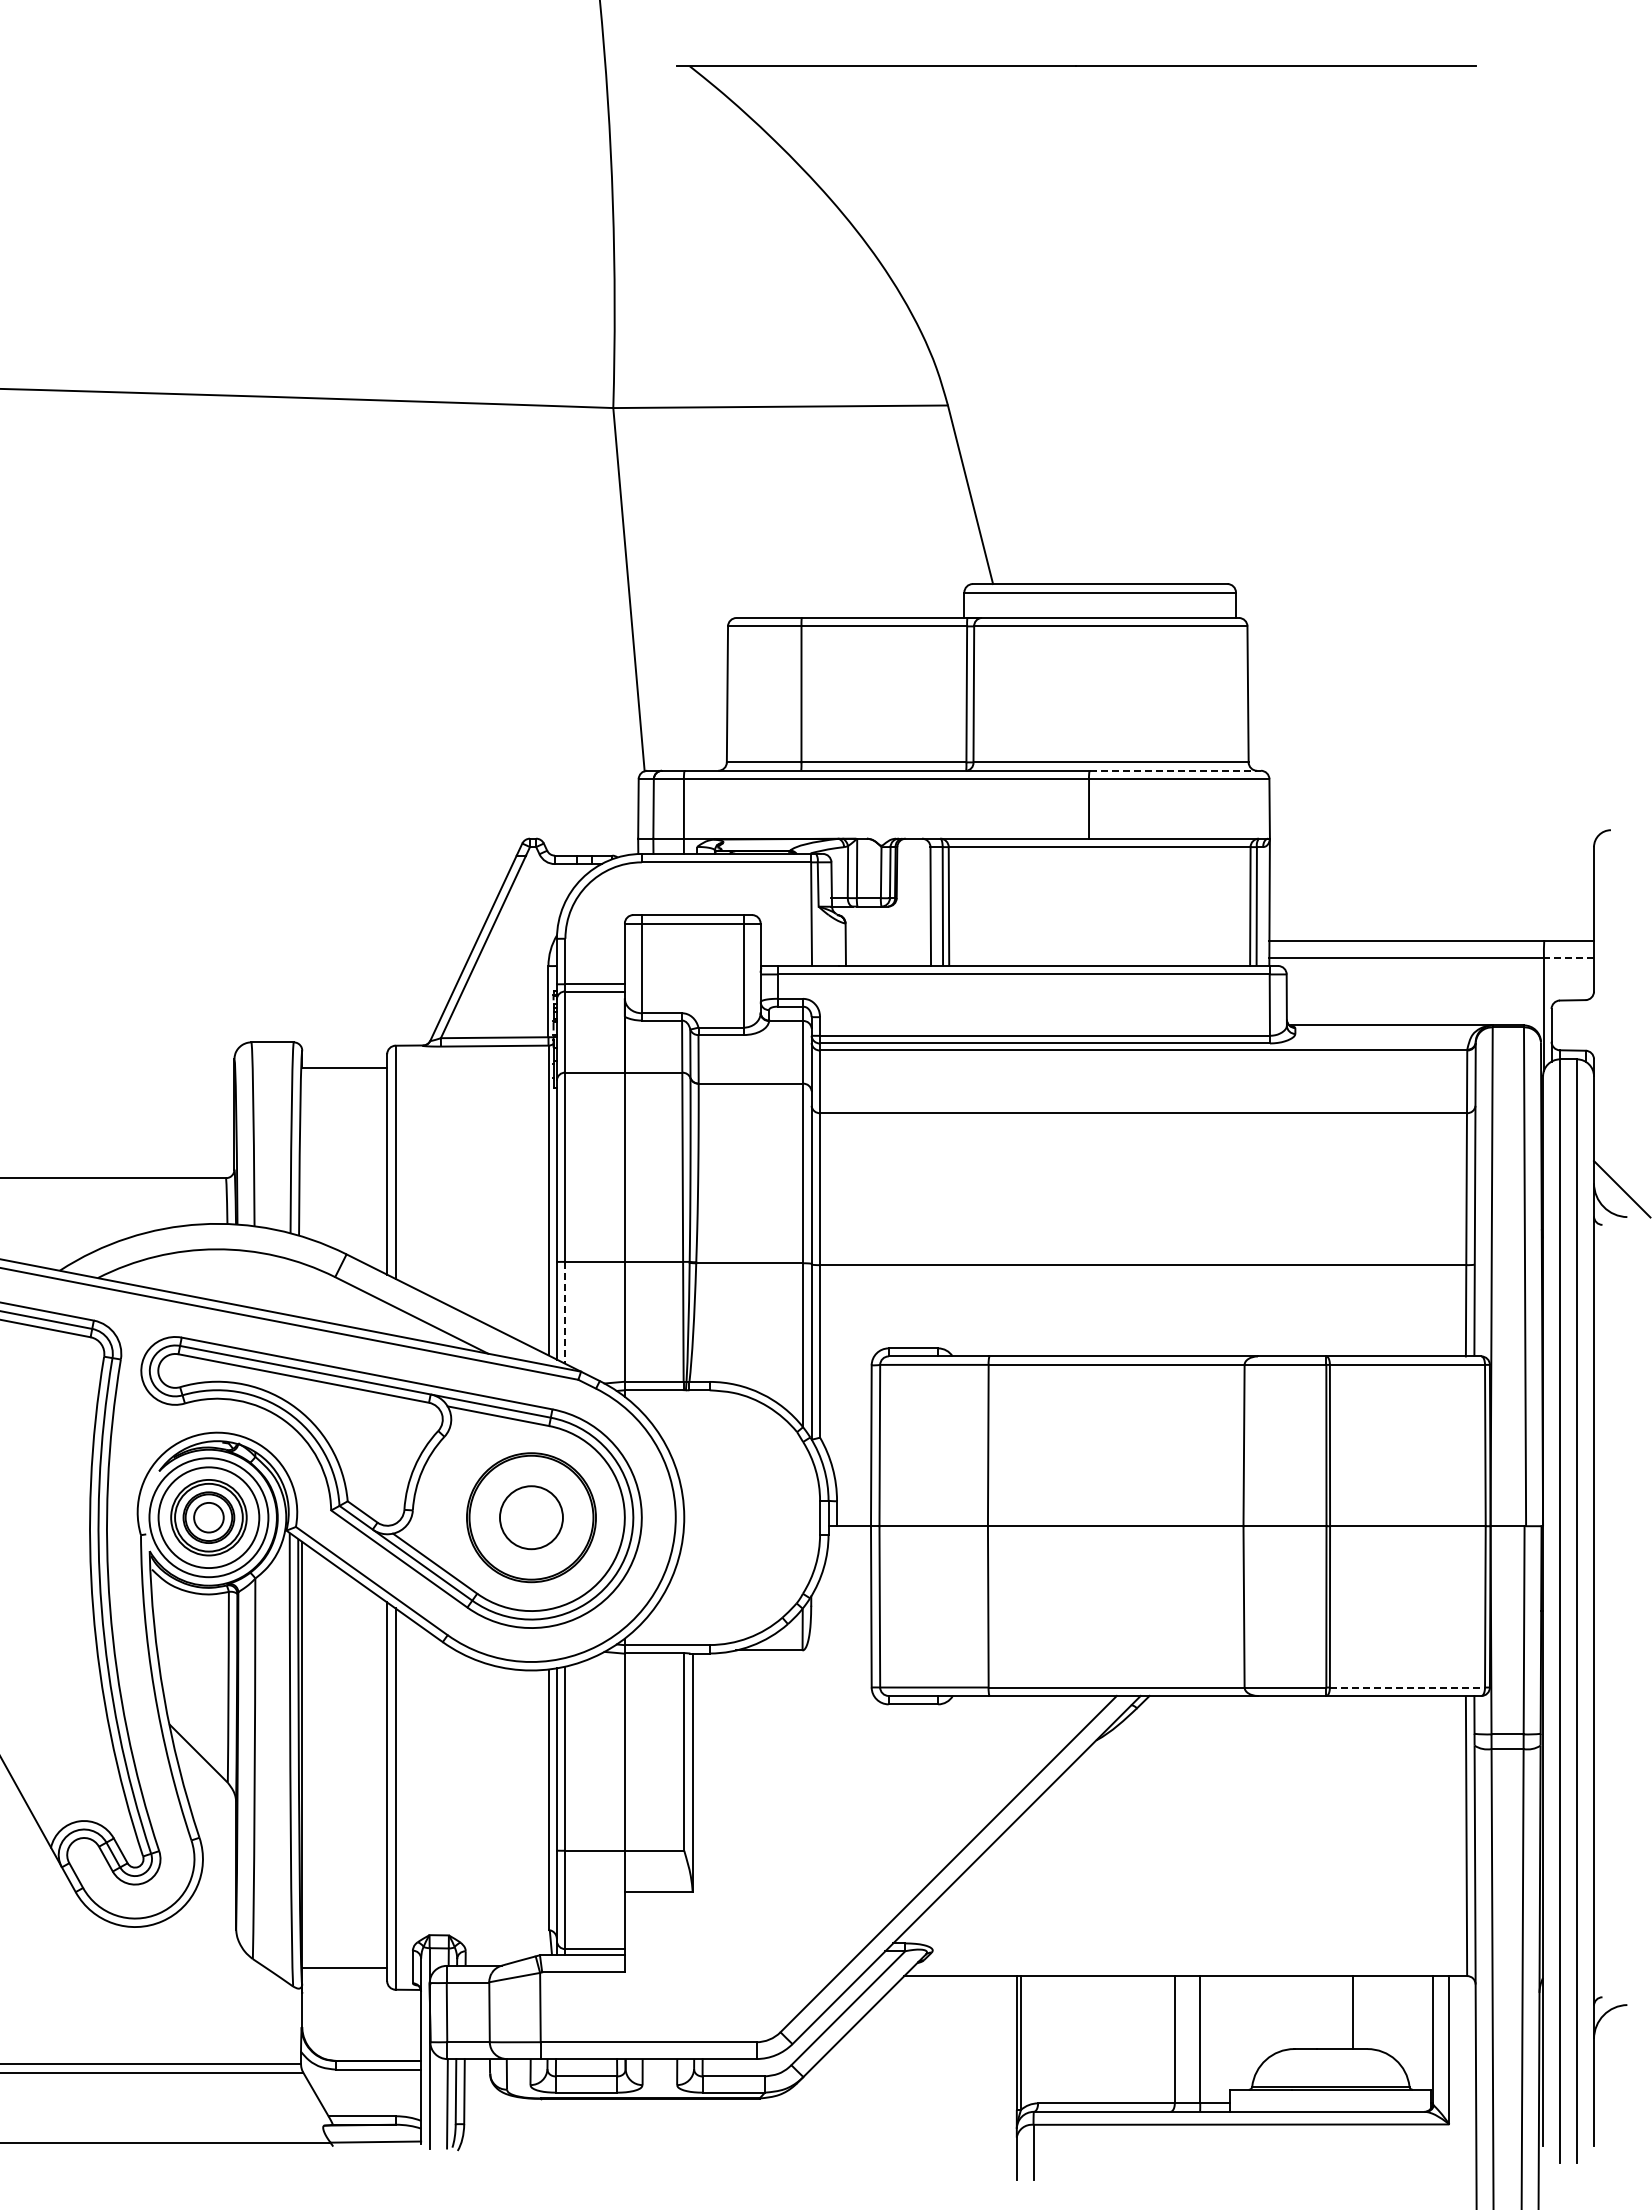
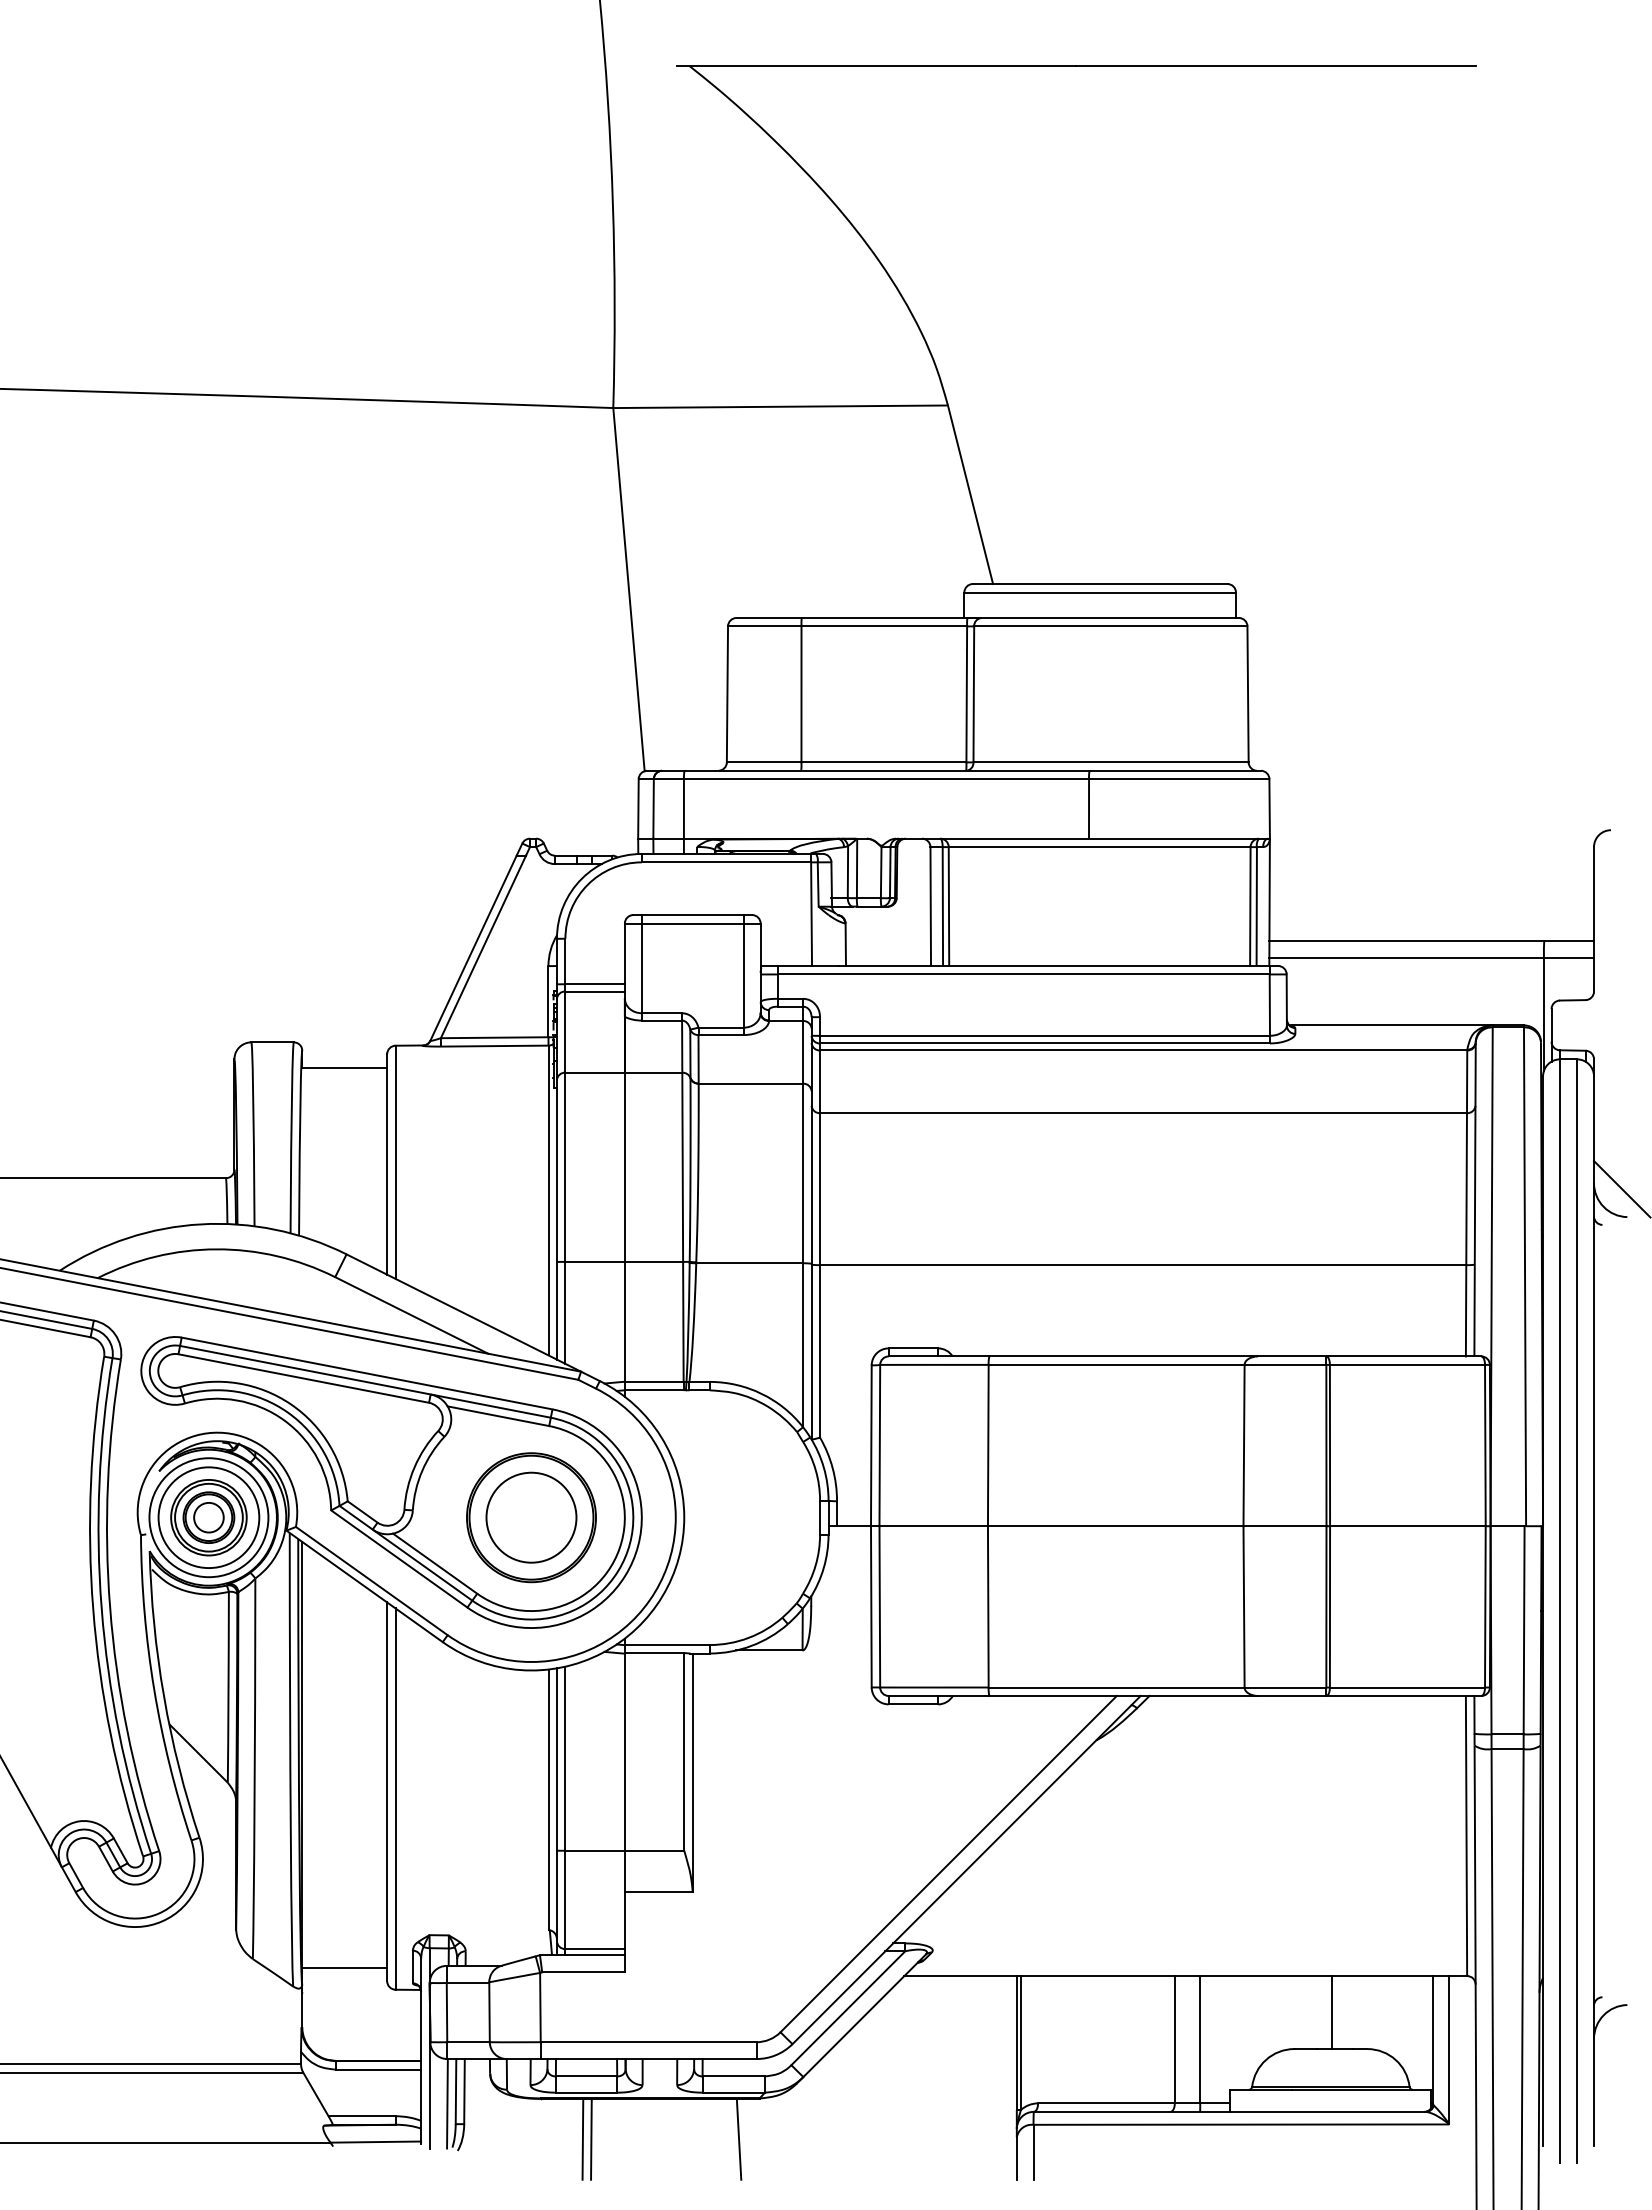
line at (1175, 770): dashed -> solid
line at (1568, 957): dashed -> solid
line at (565, 1312): dashed -> solid
circle at (531, 1517) diameter: 63 px -> 90 px
line at (1407, 1687): dashed -> solid
line at (1352, 2012) position: (1352, 2012) -> (1331, 2012)
line at (582, 2138): none -> present
line at (591, 2138): none -> present
line at (738, 2138): none -> present
